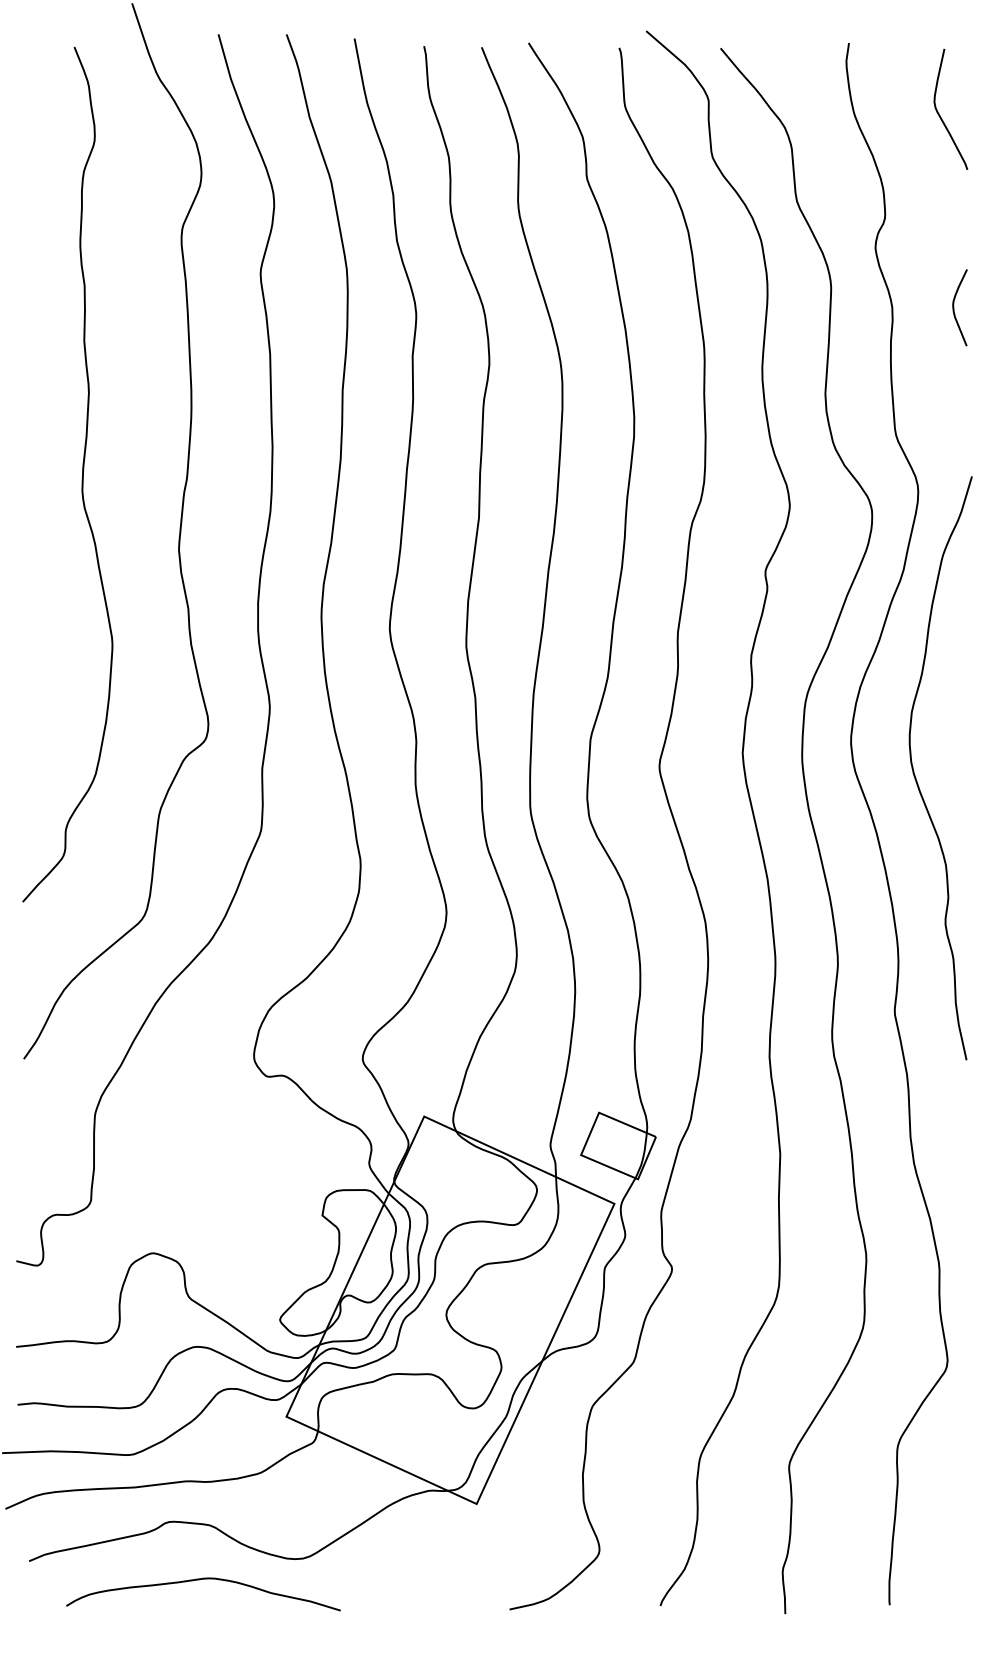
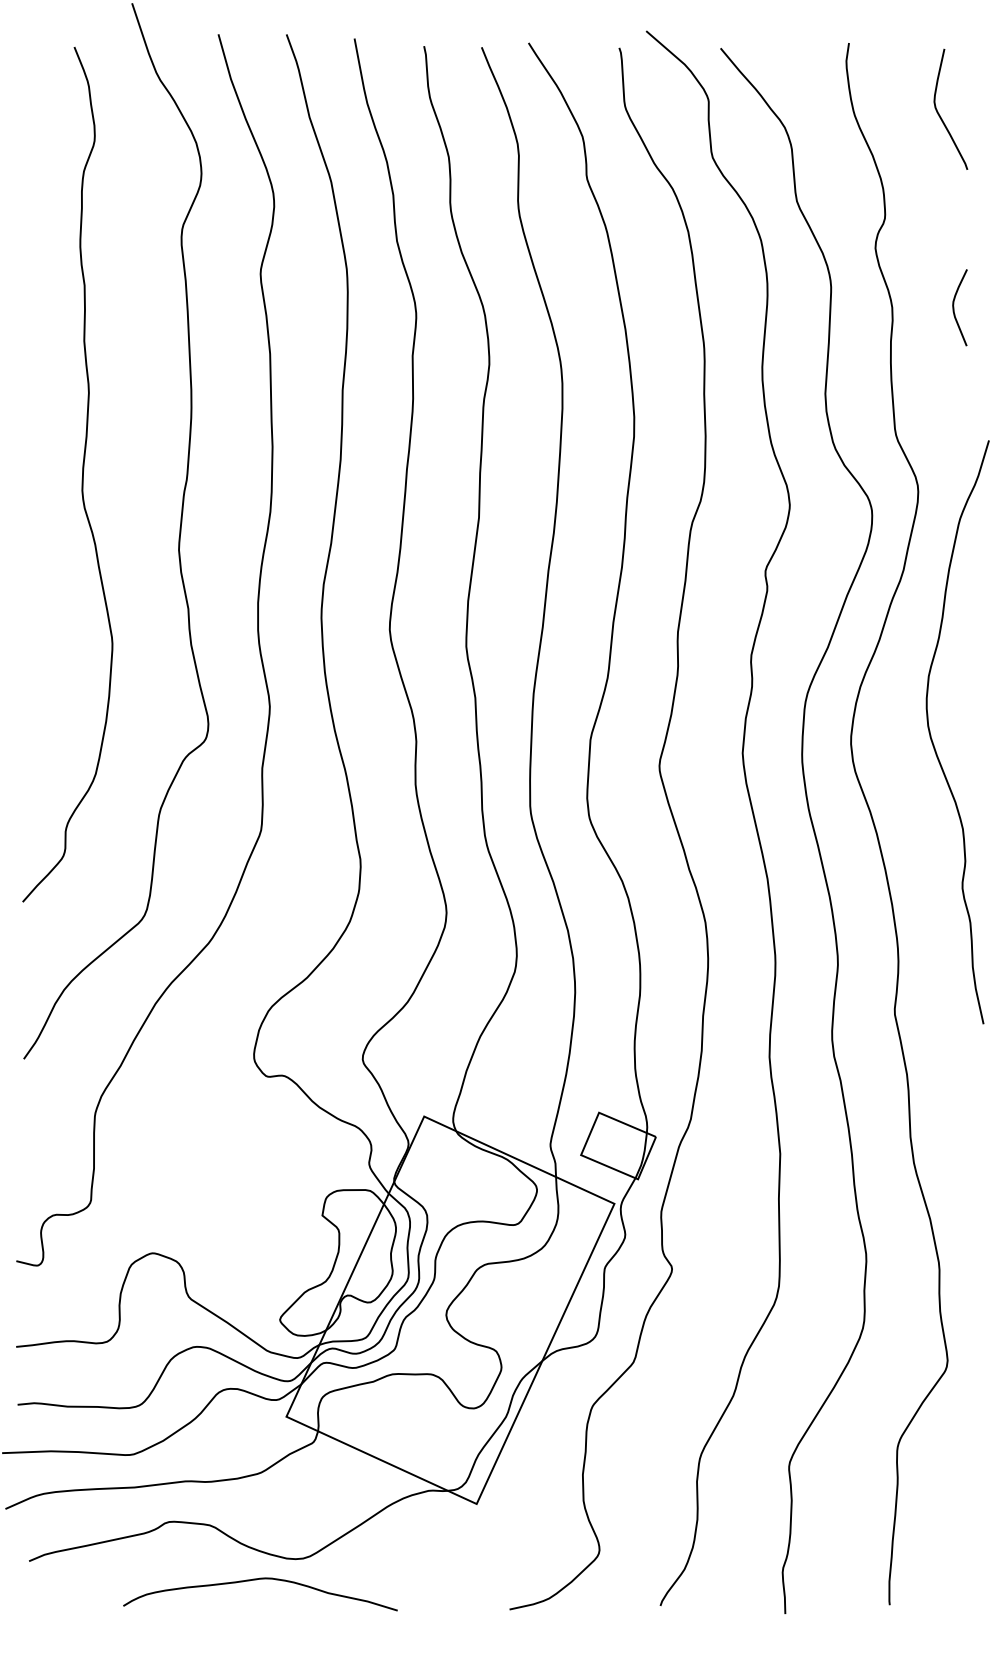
curve at (917, 780) position: (917, 780) -> (934, 744)
curve at (199, 1580) position: (199, 1580) -> (256, 1580)
